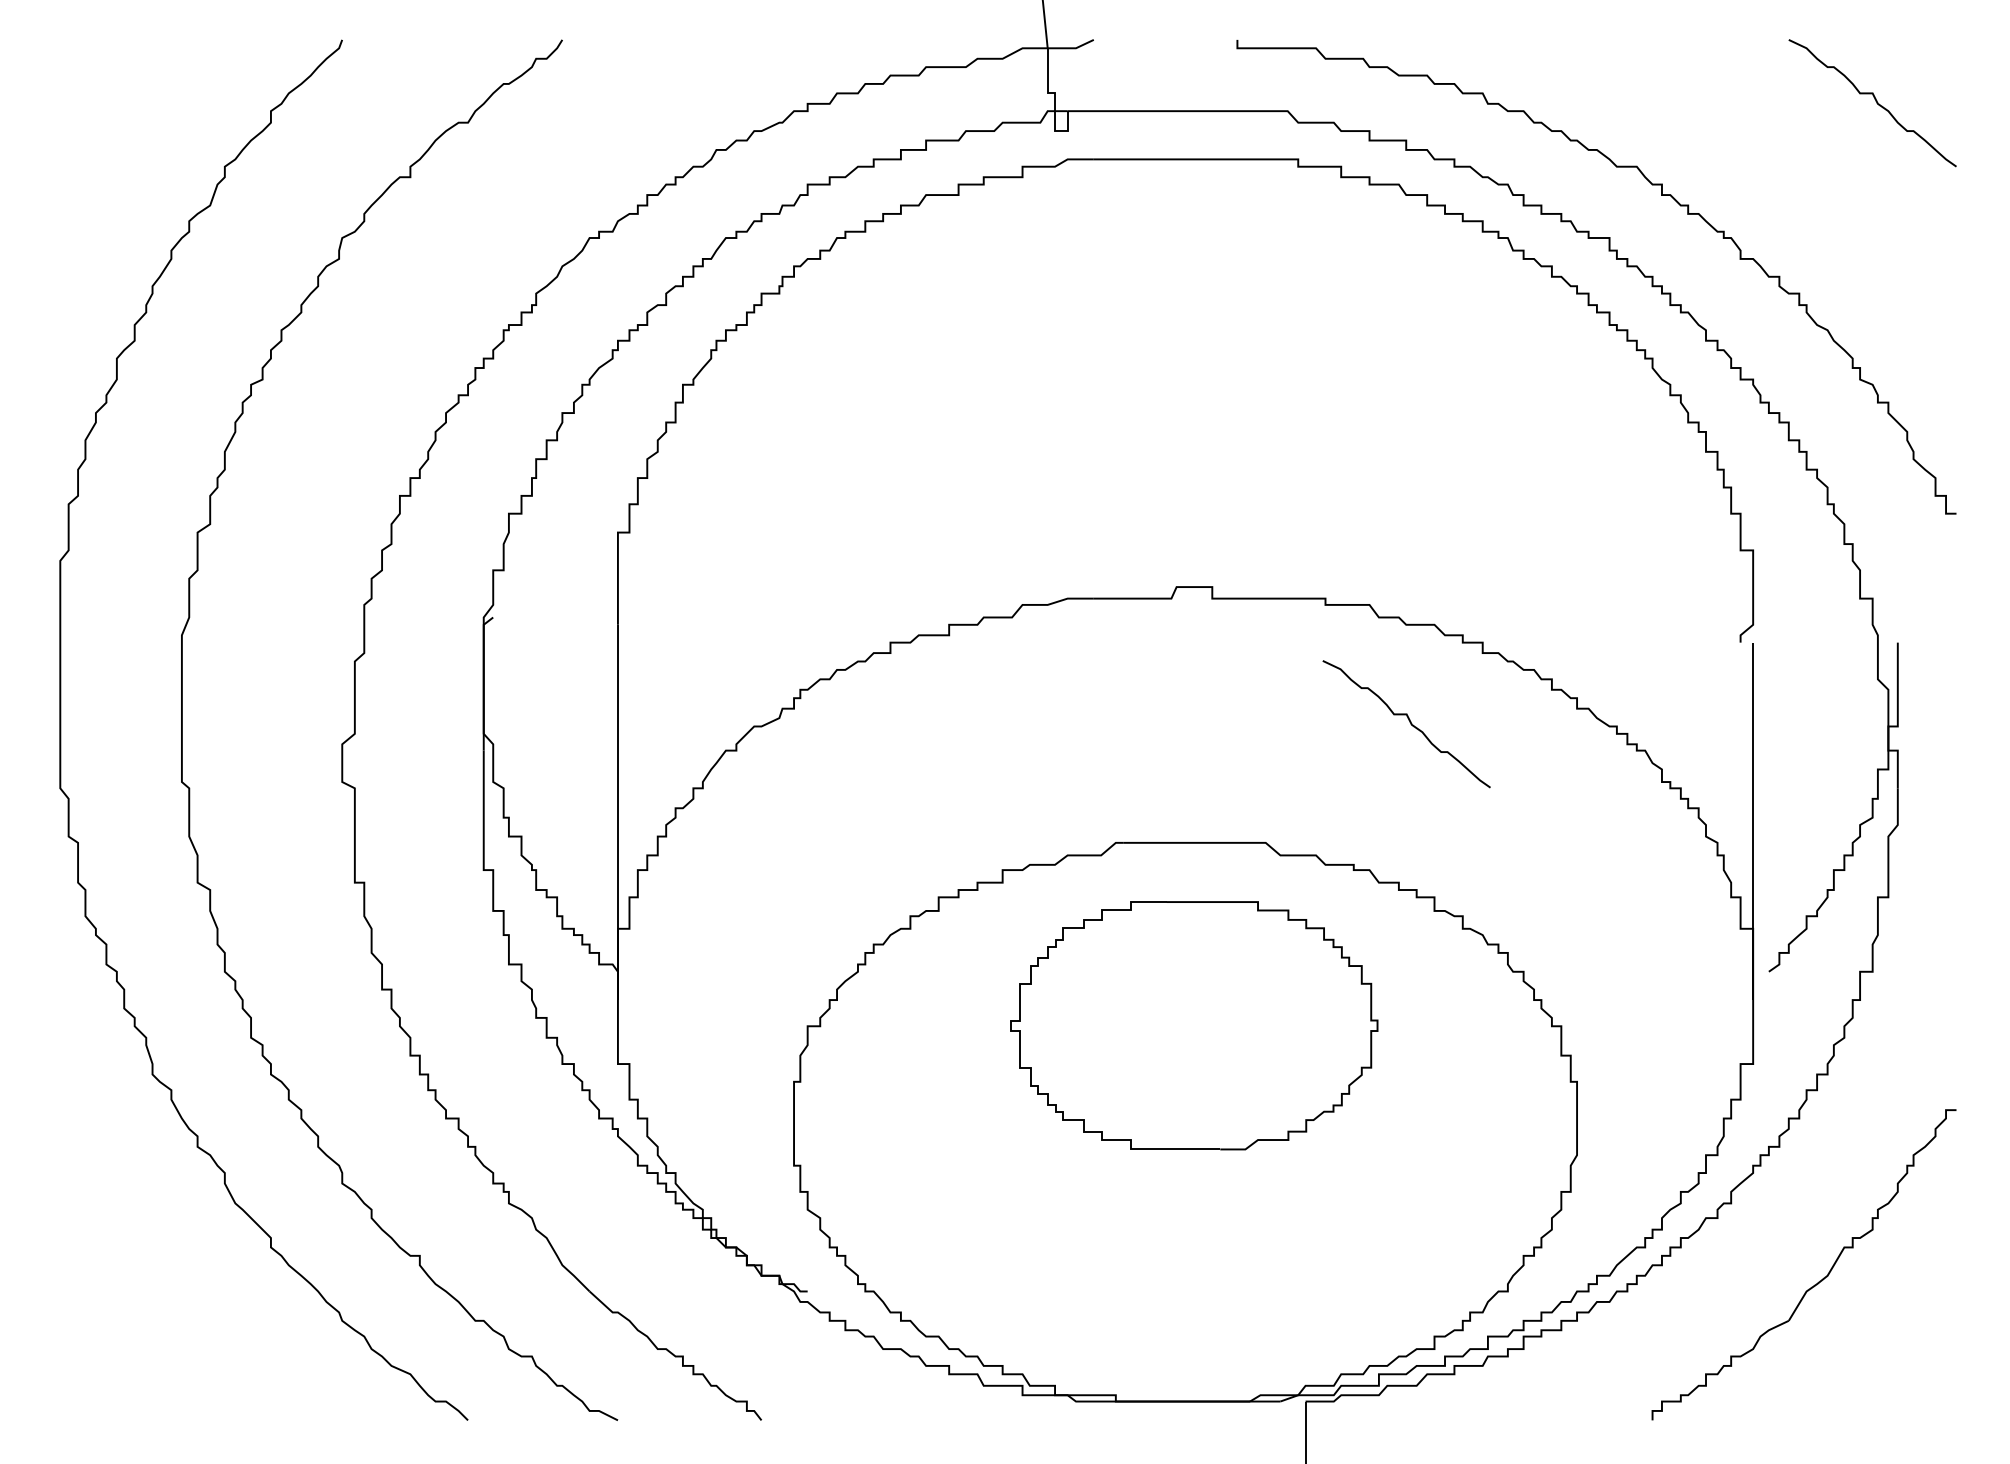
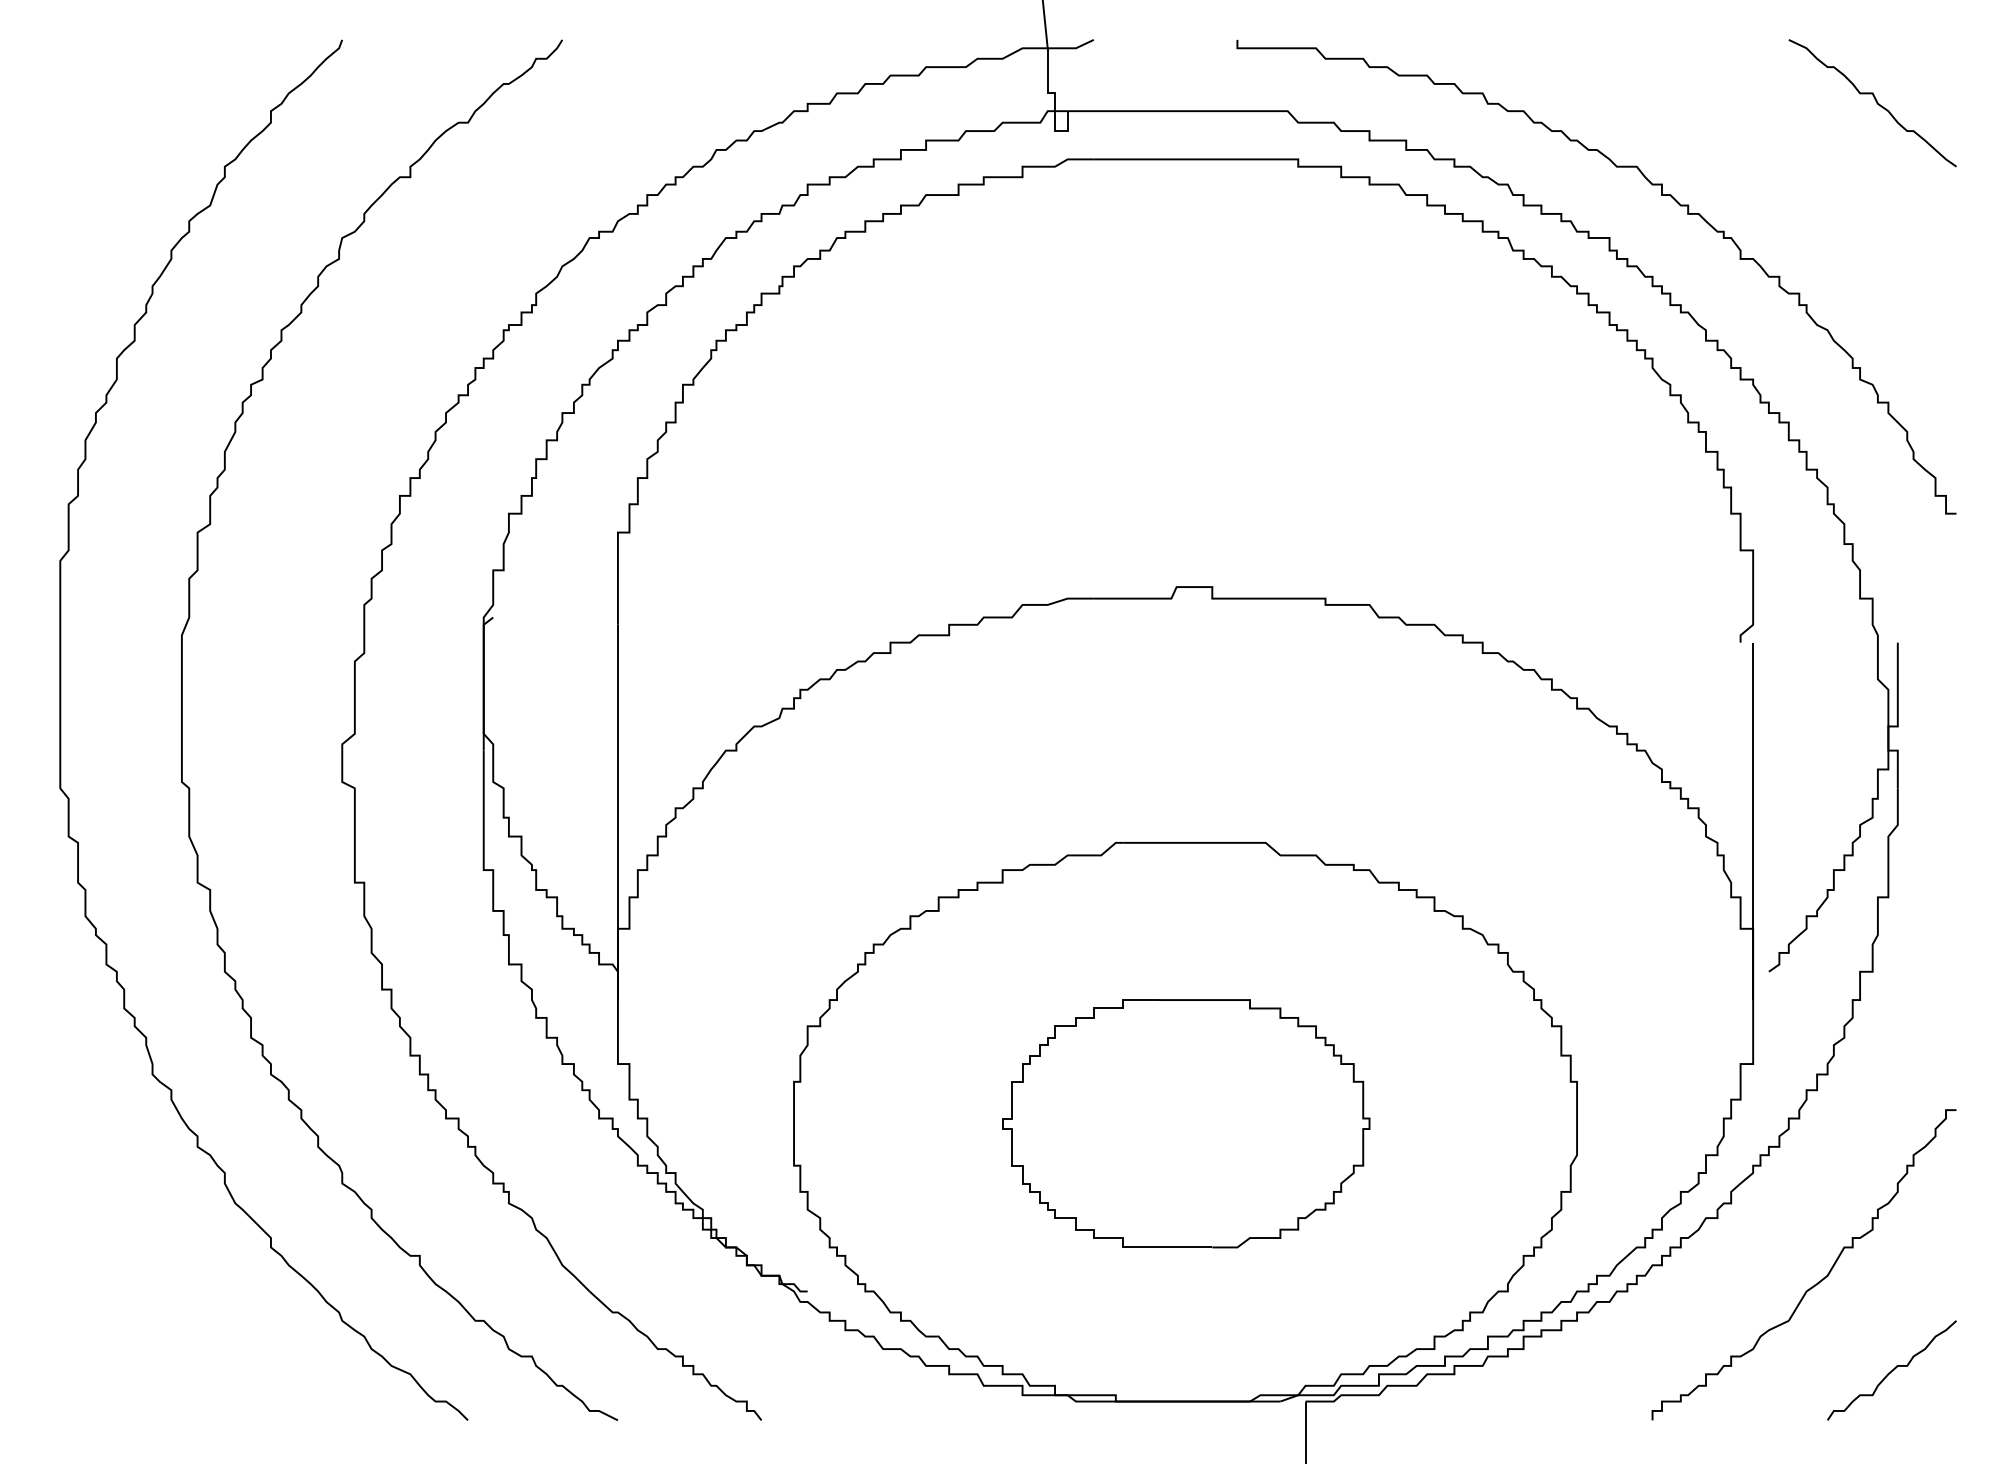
curve at (1409, 722): present -> none
part at (1194, 1025) position: (1194, 1025) -> (1186, 1123)
curve at (1891, 1370): none -> present
